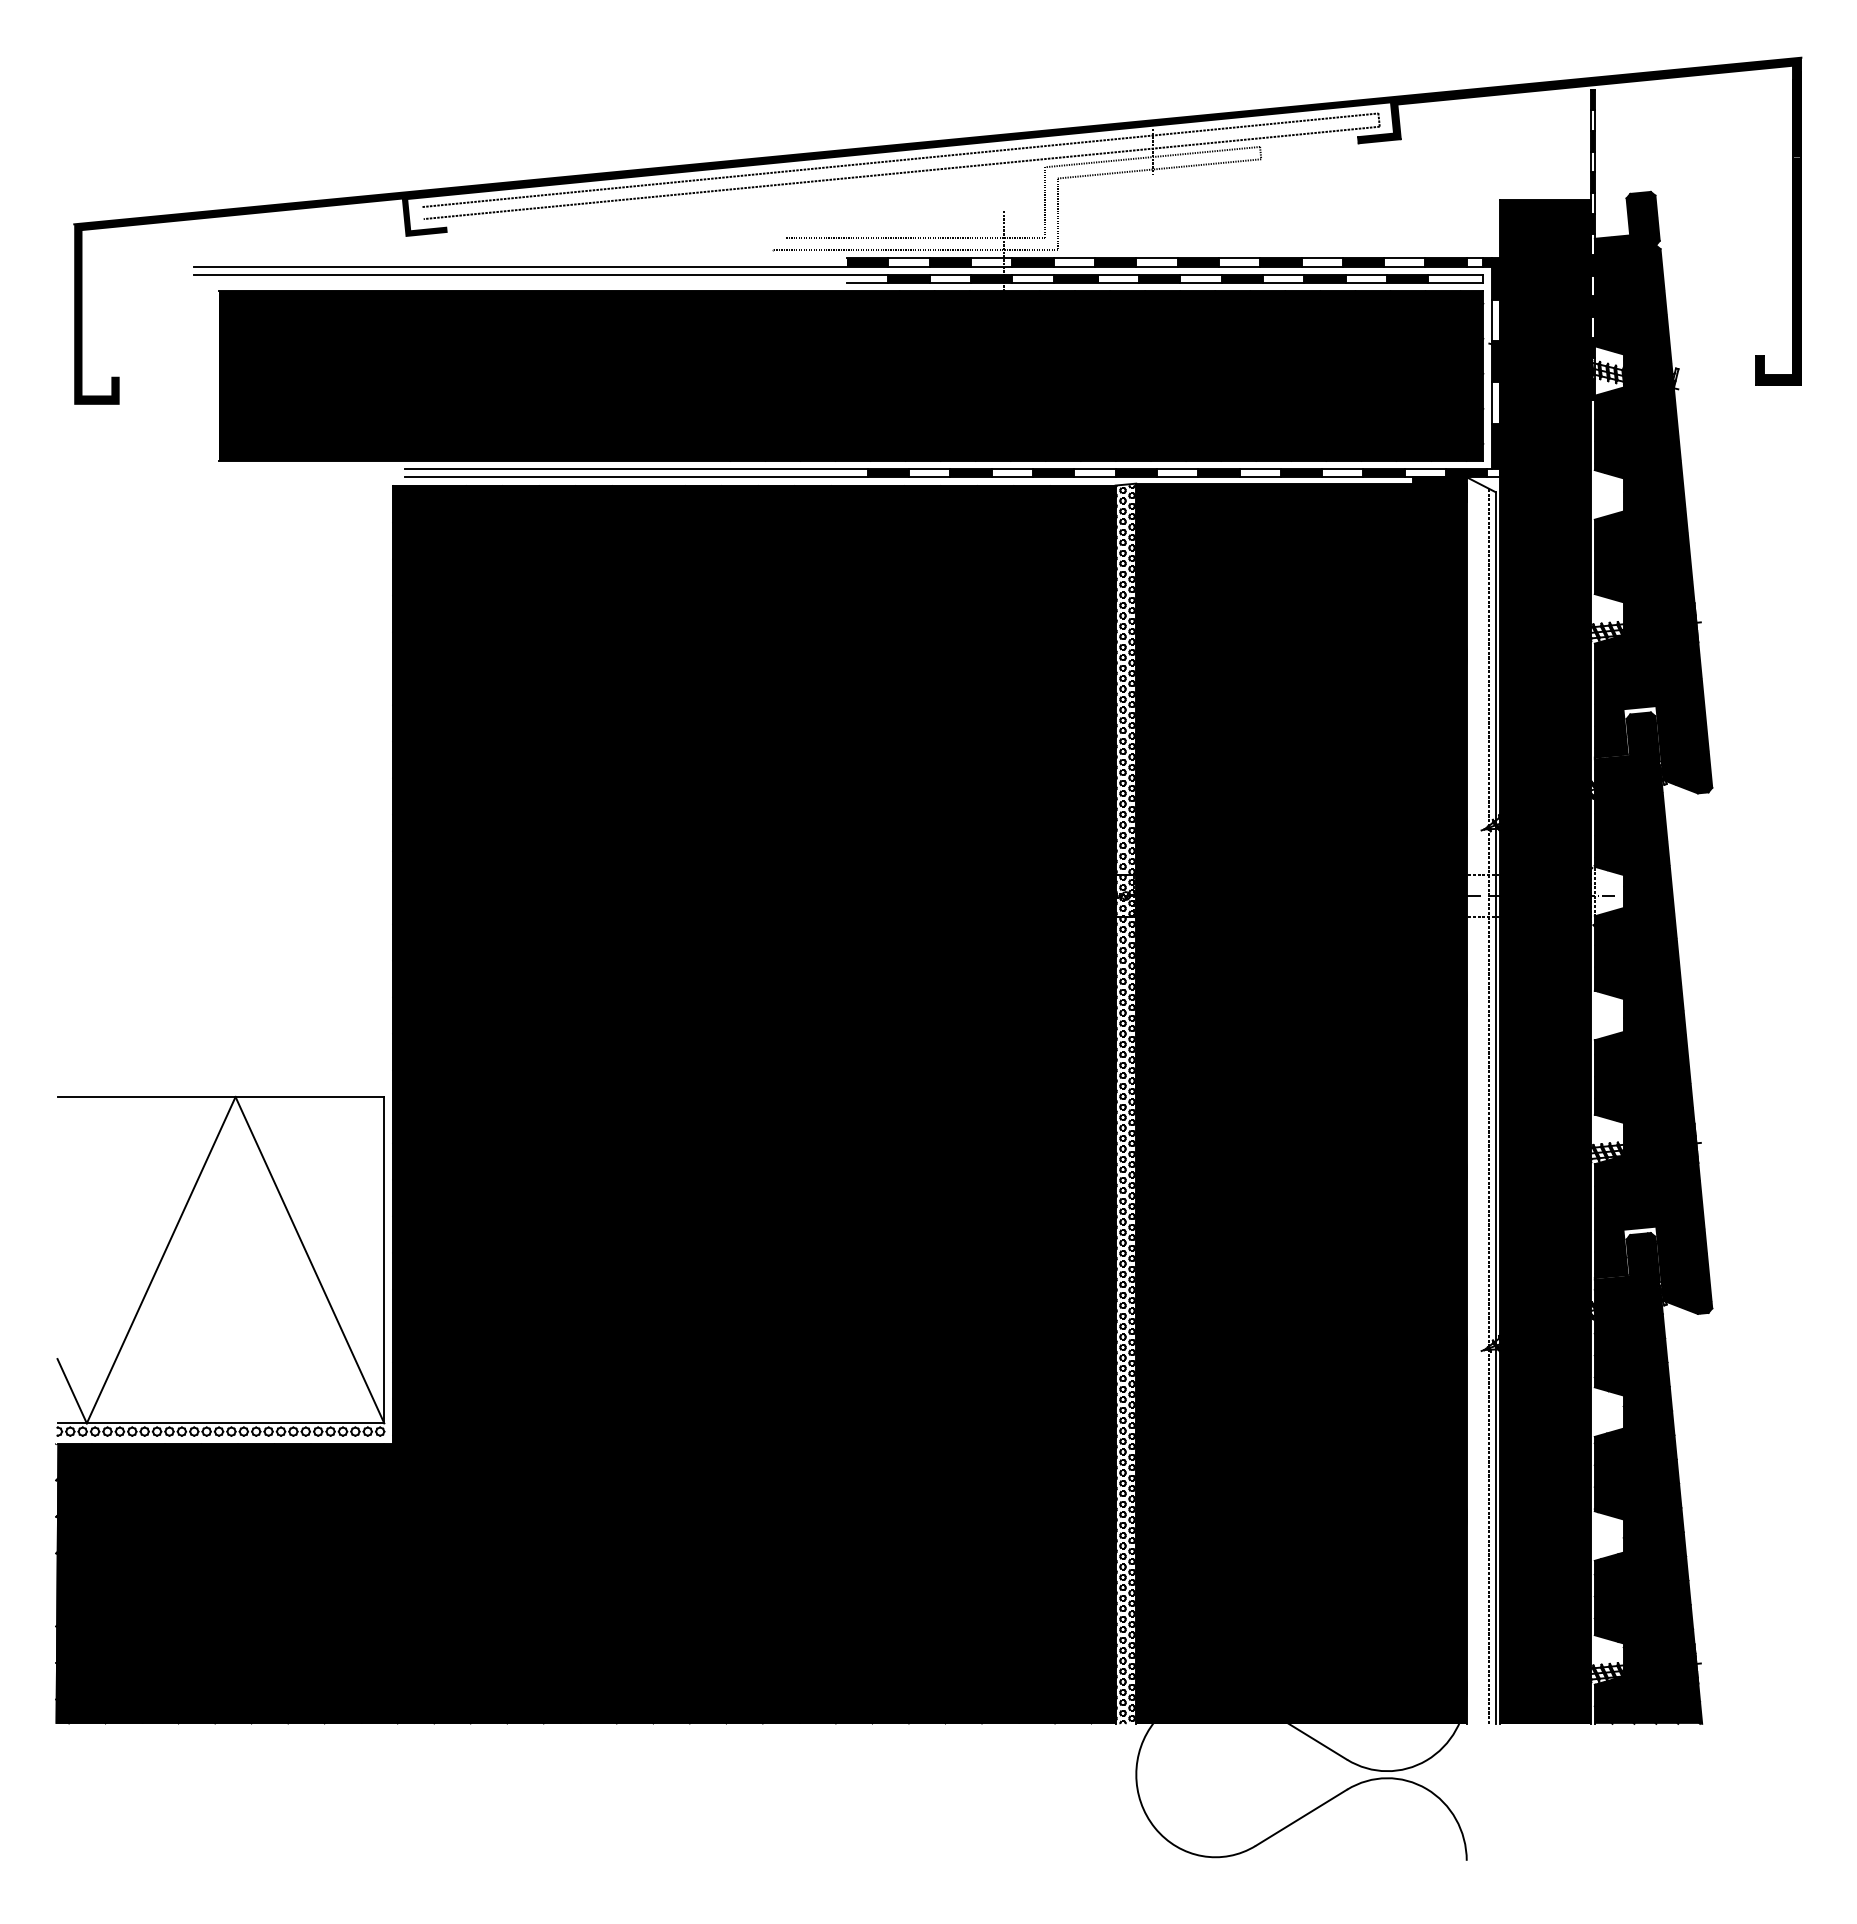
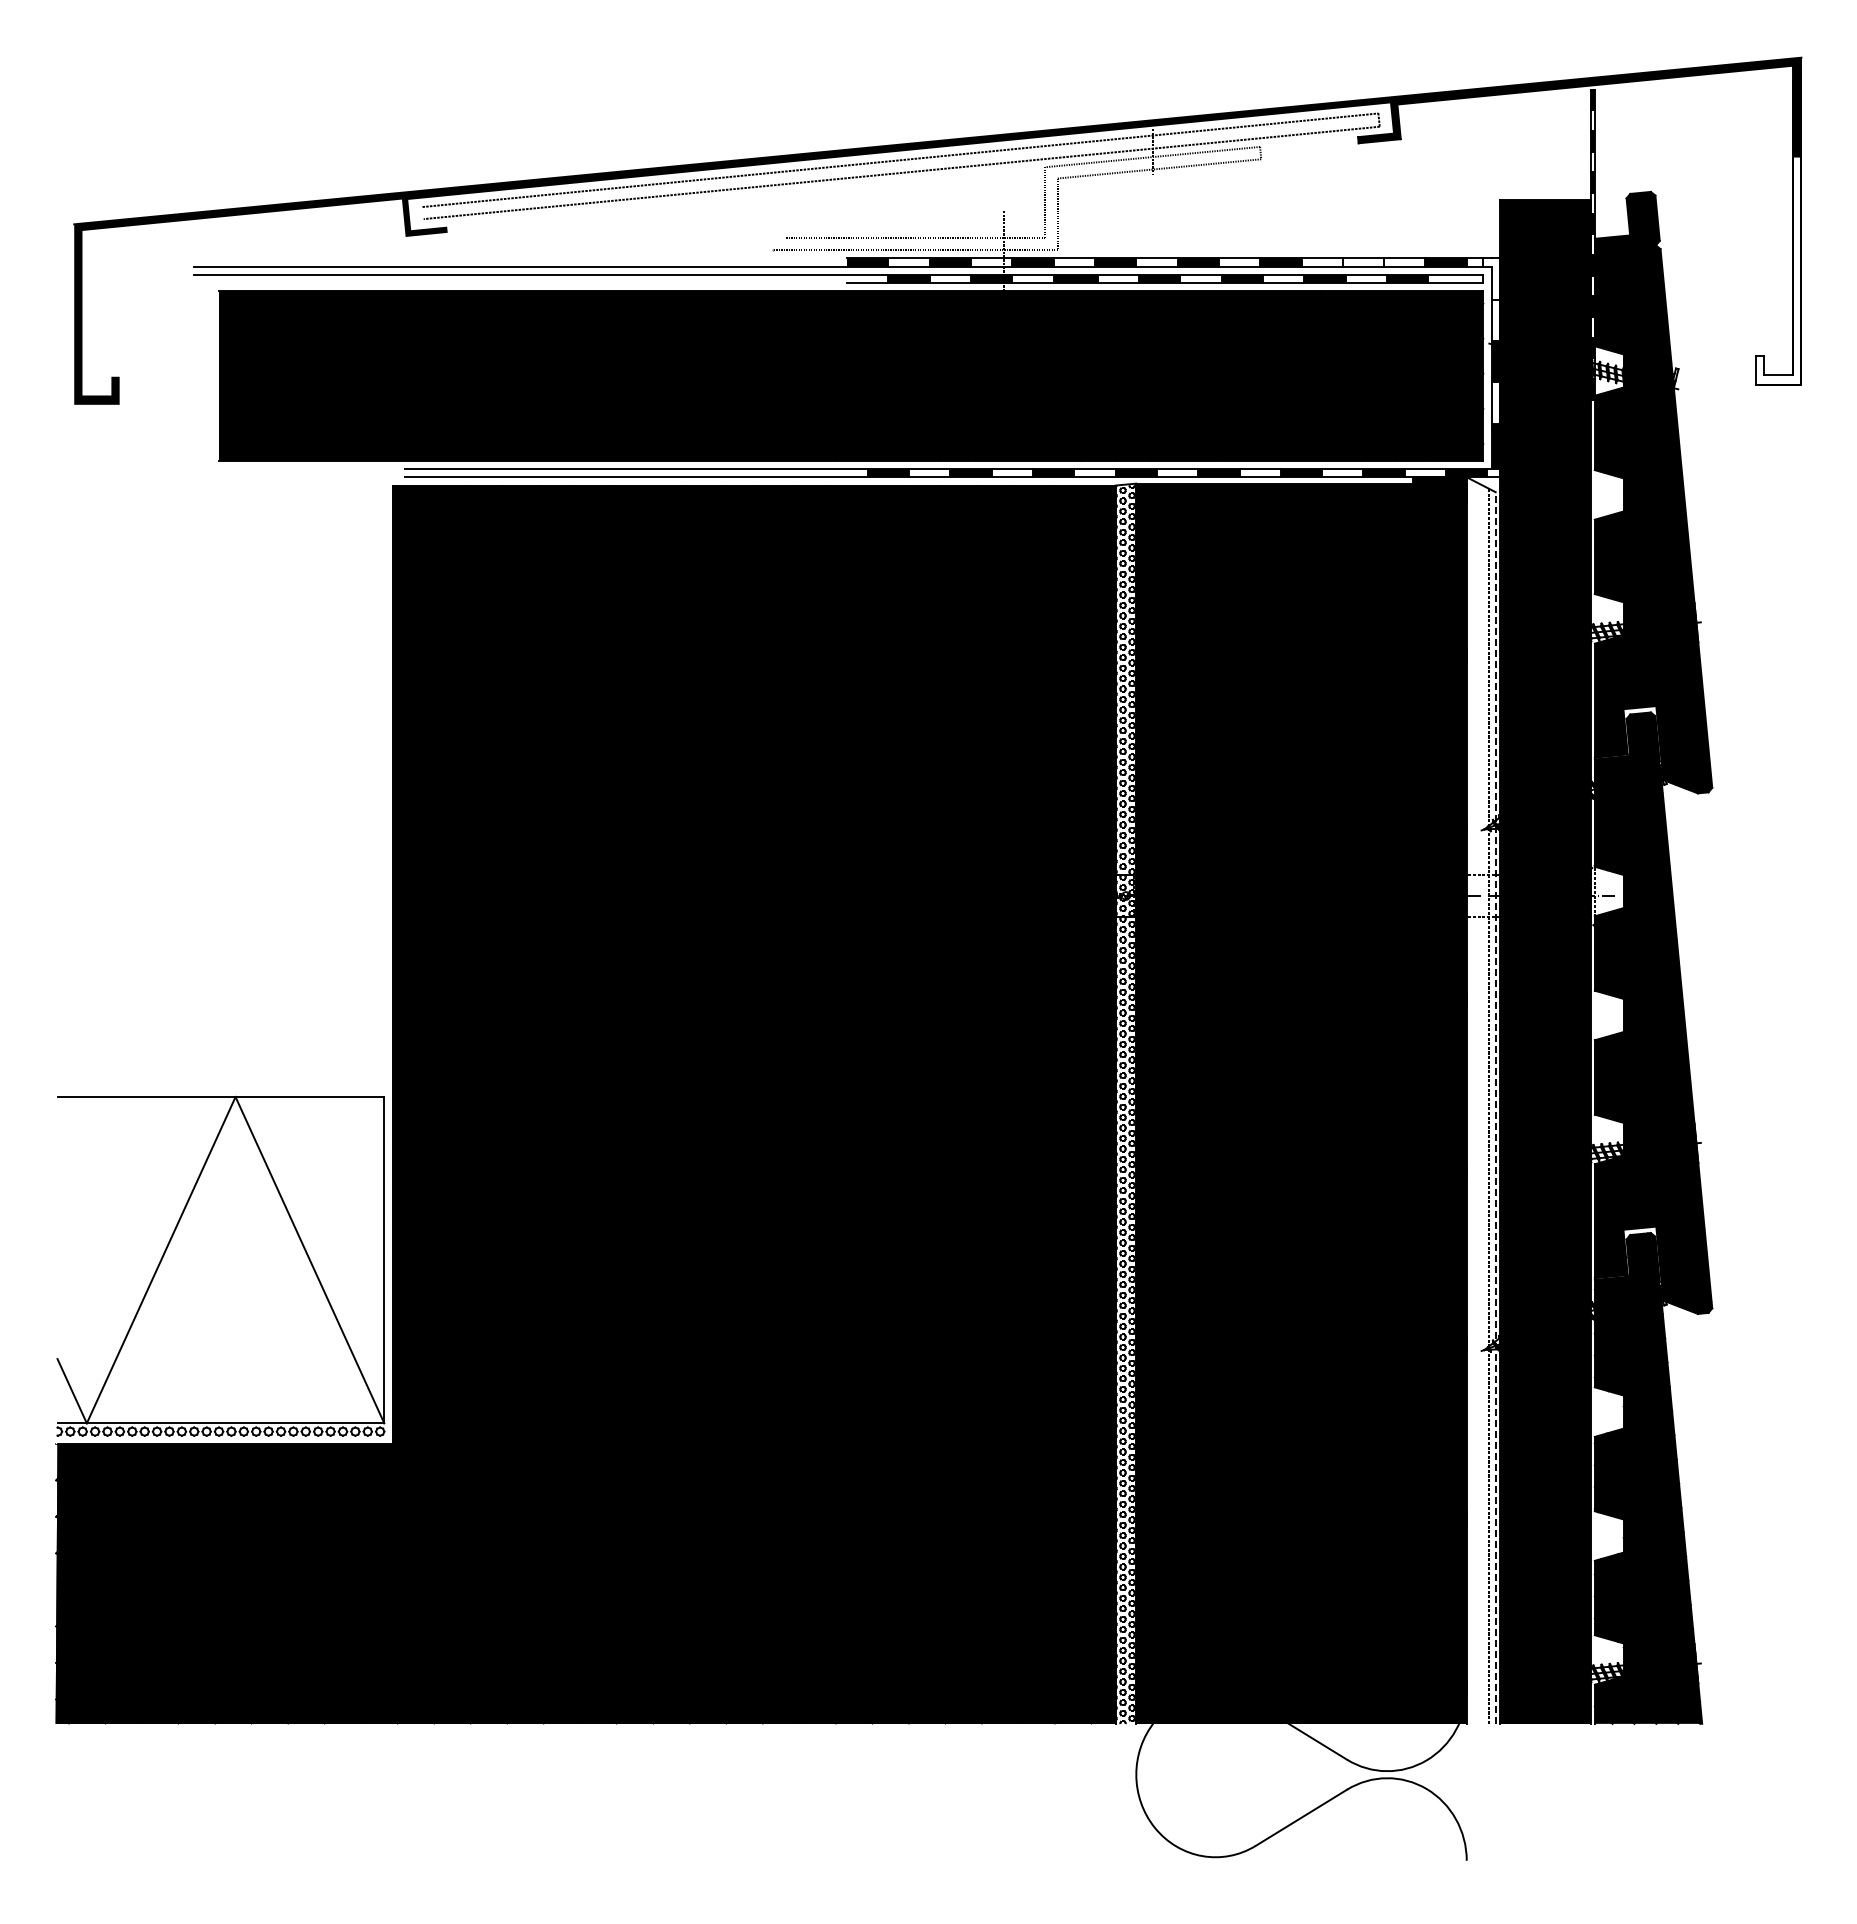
fill at (1363, 262): present -> none
fill at (1778, 270): present -> none
fill at (1491, 278): present -> none
line at (1495, 1108): solid -> dashed
